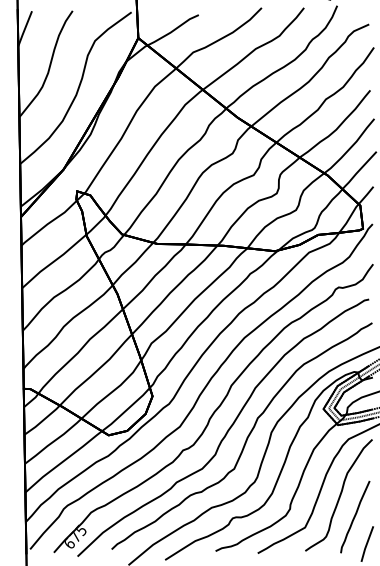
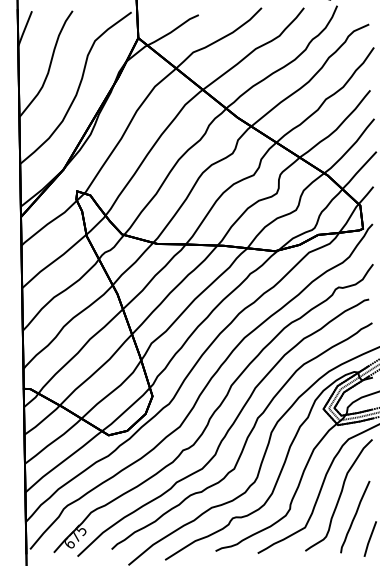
line at (366, 543) position: (366, 543) -> (369, 538)
